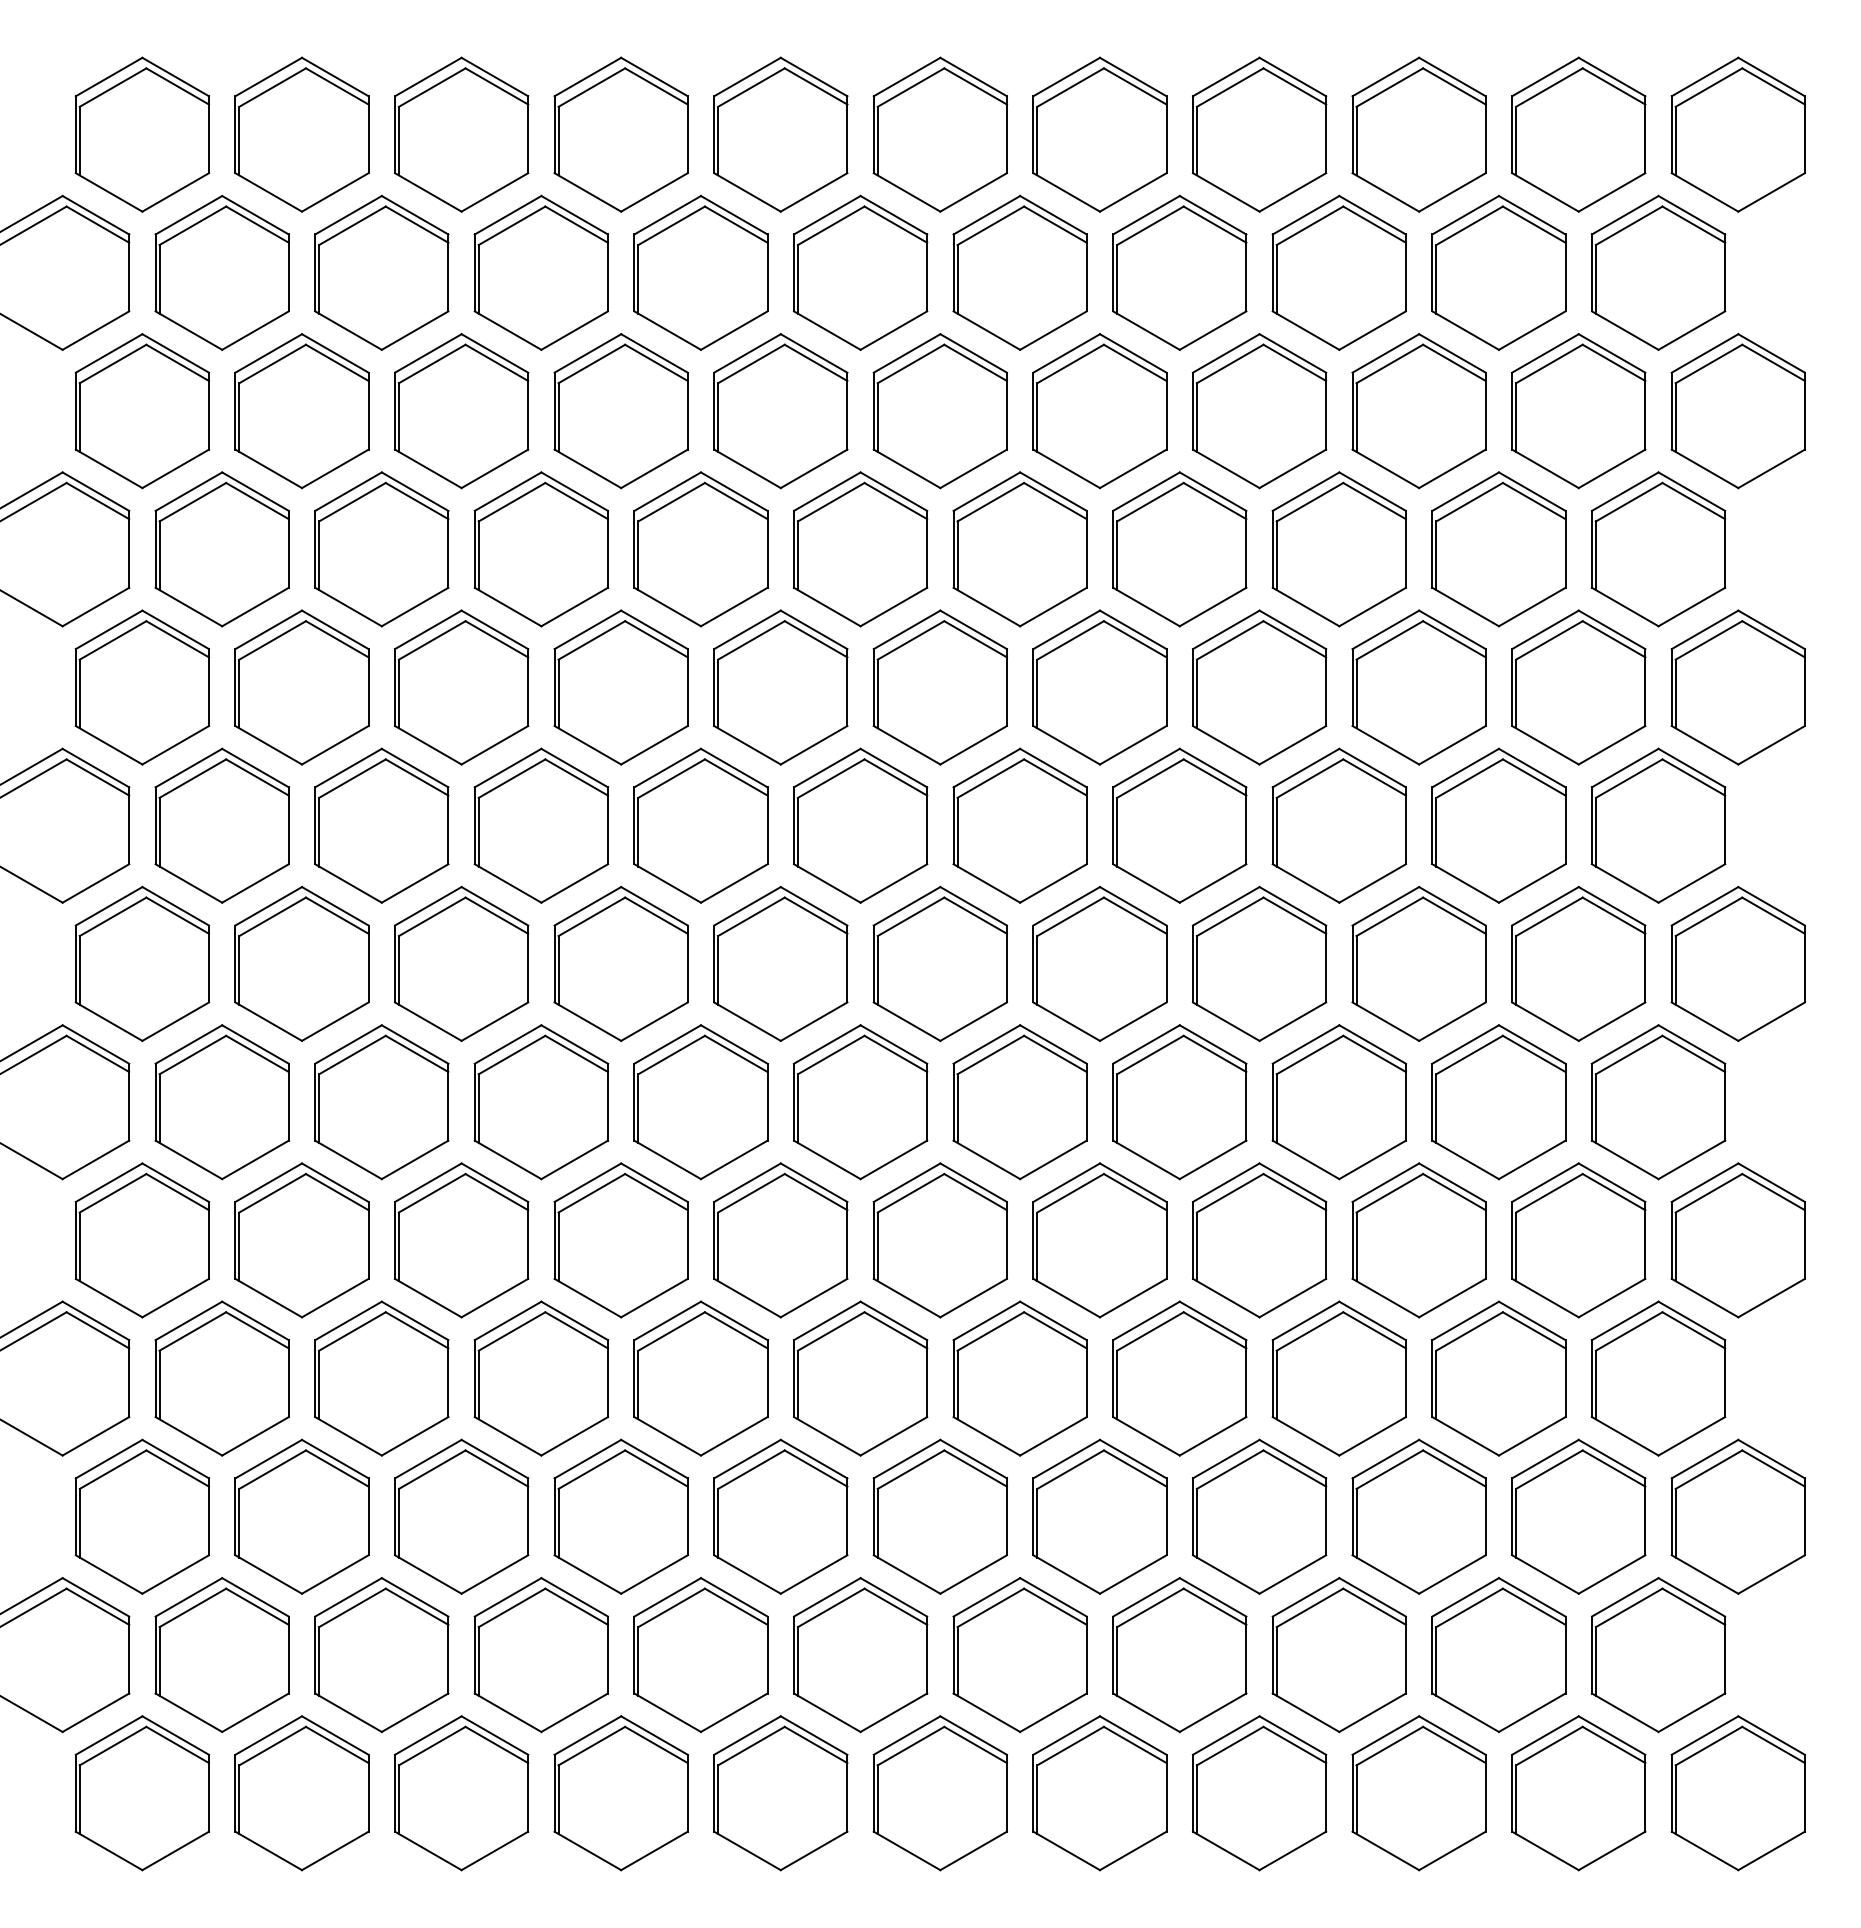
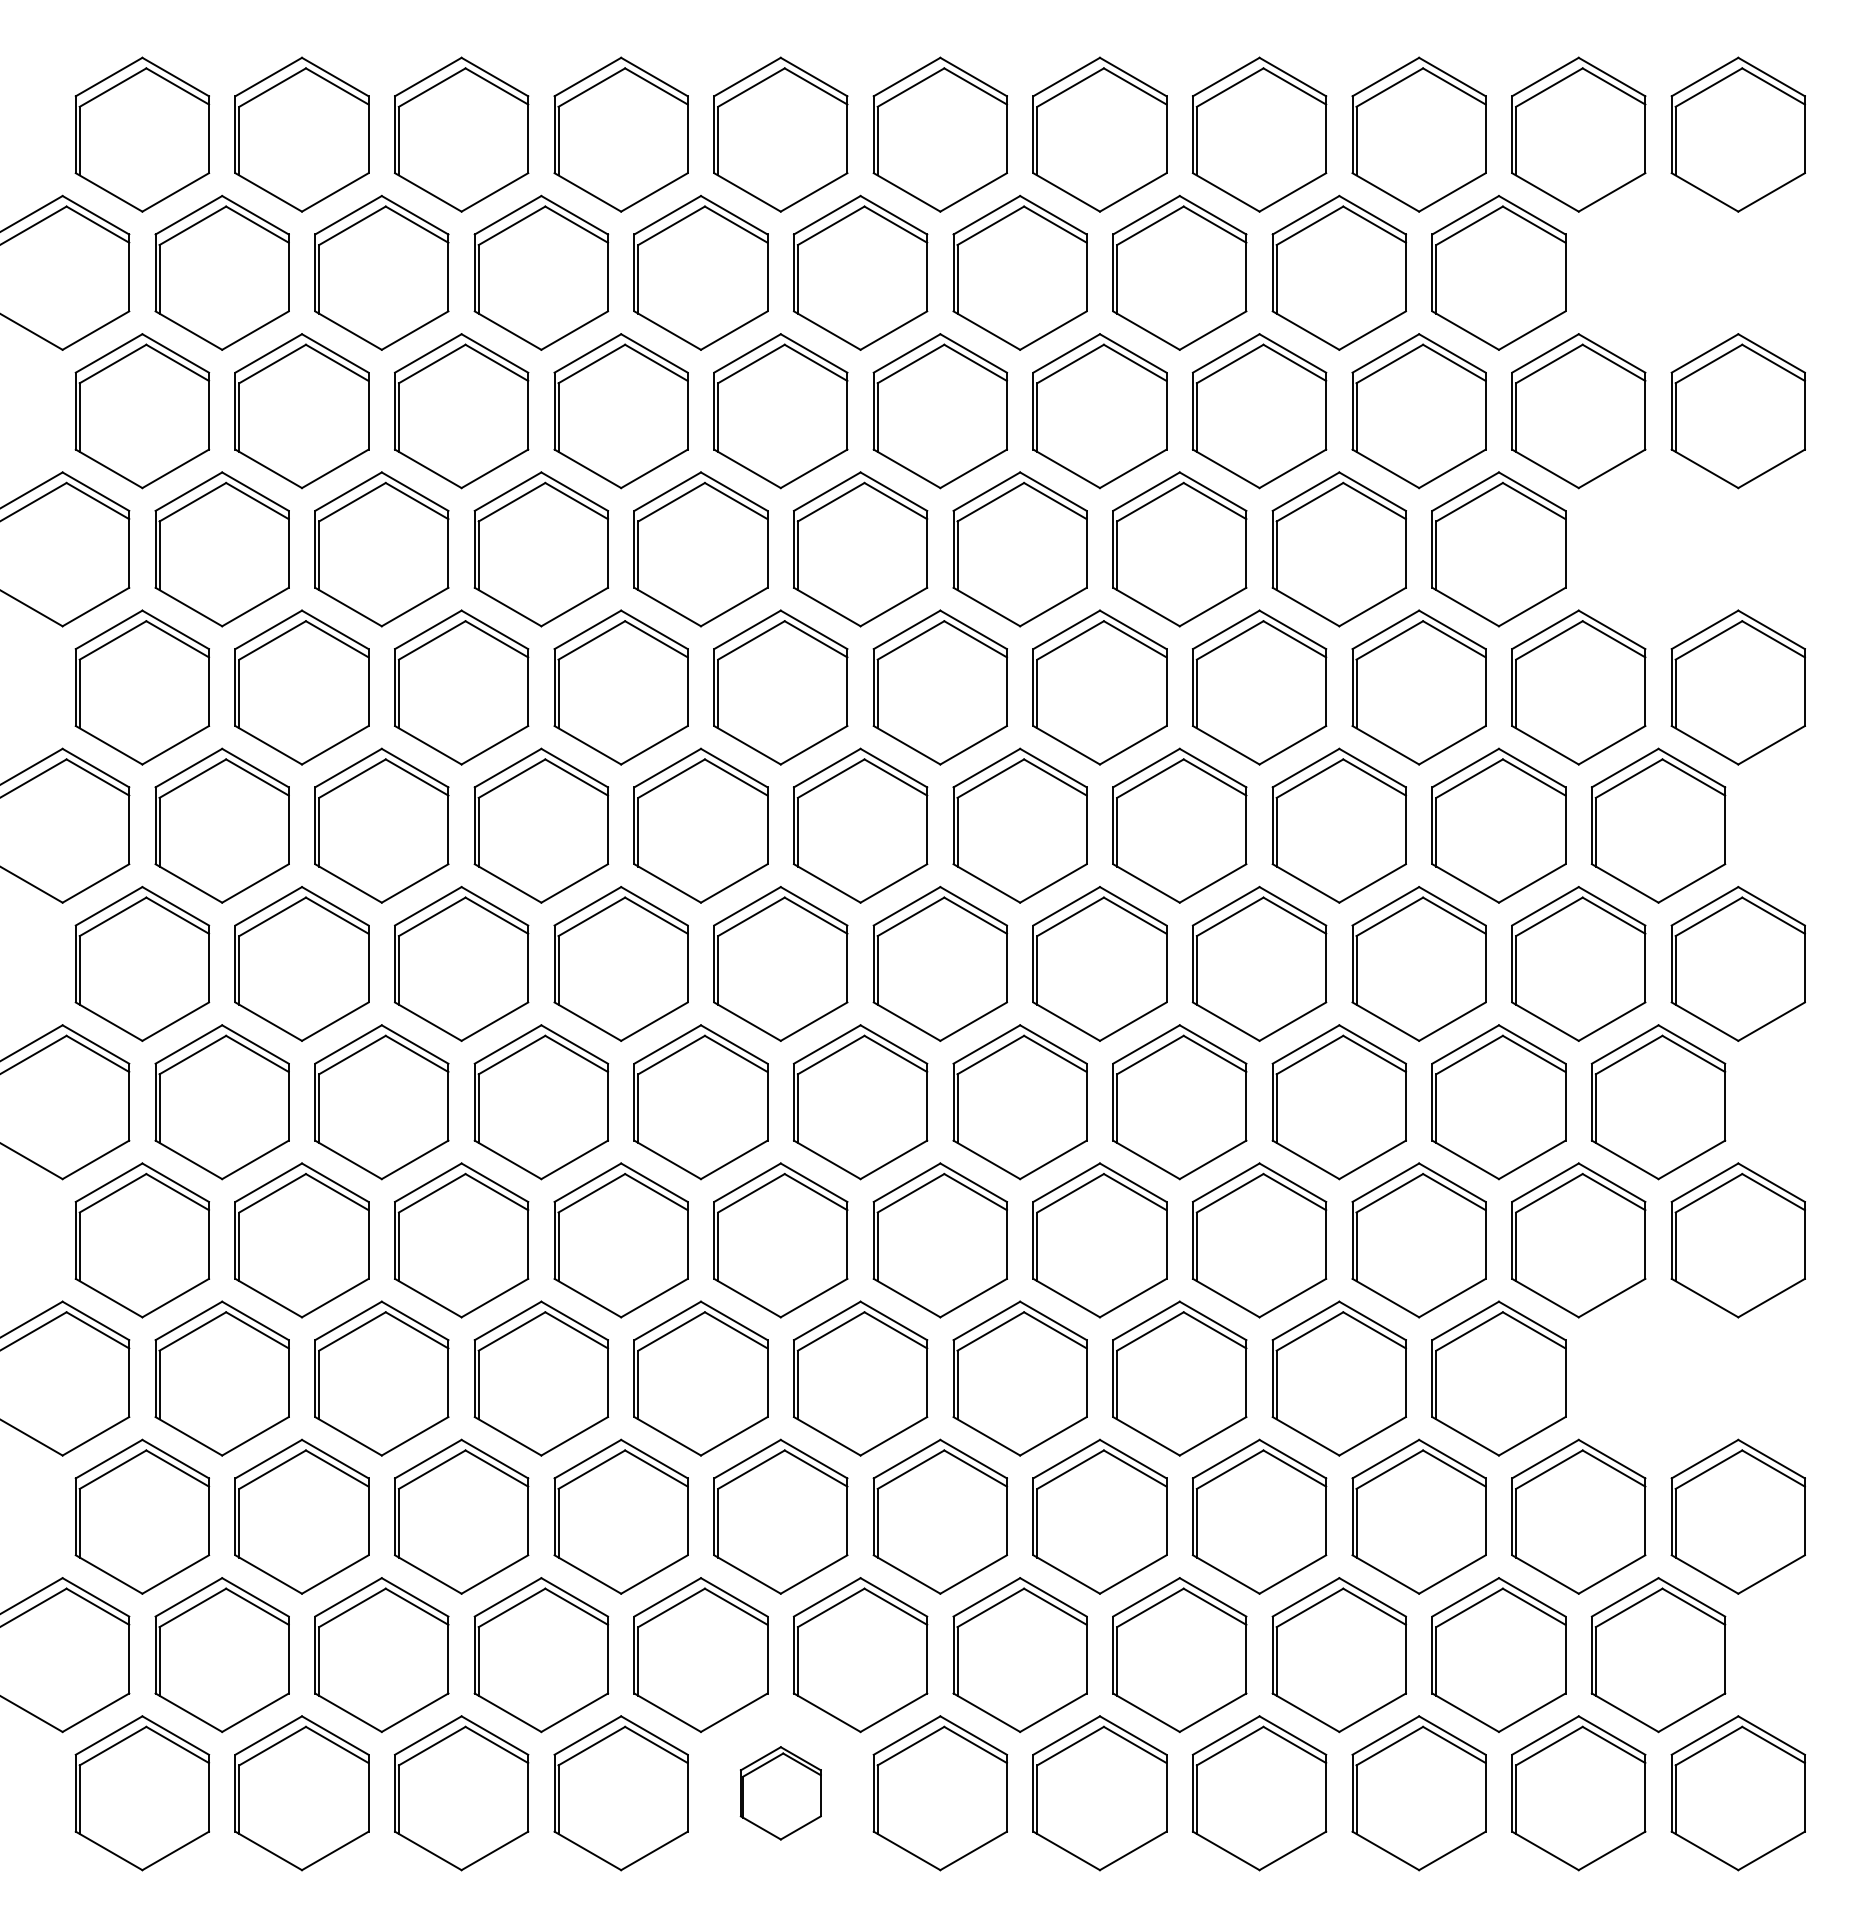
part at (1658, 272): present -> none
part at (1658, 549): present -> none
part at (1658, 1378): present -> none
part at (780, 1793) size: 136x157 px -> 83x95 px
